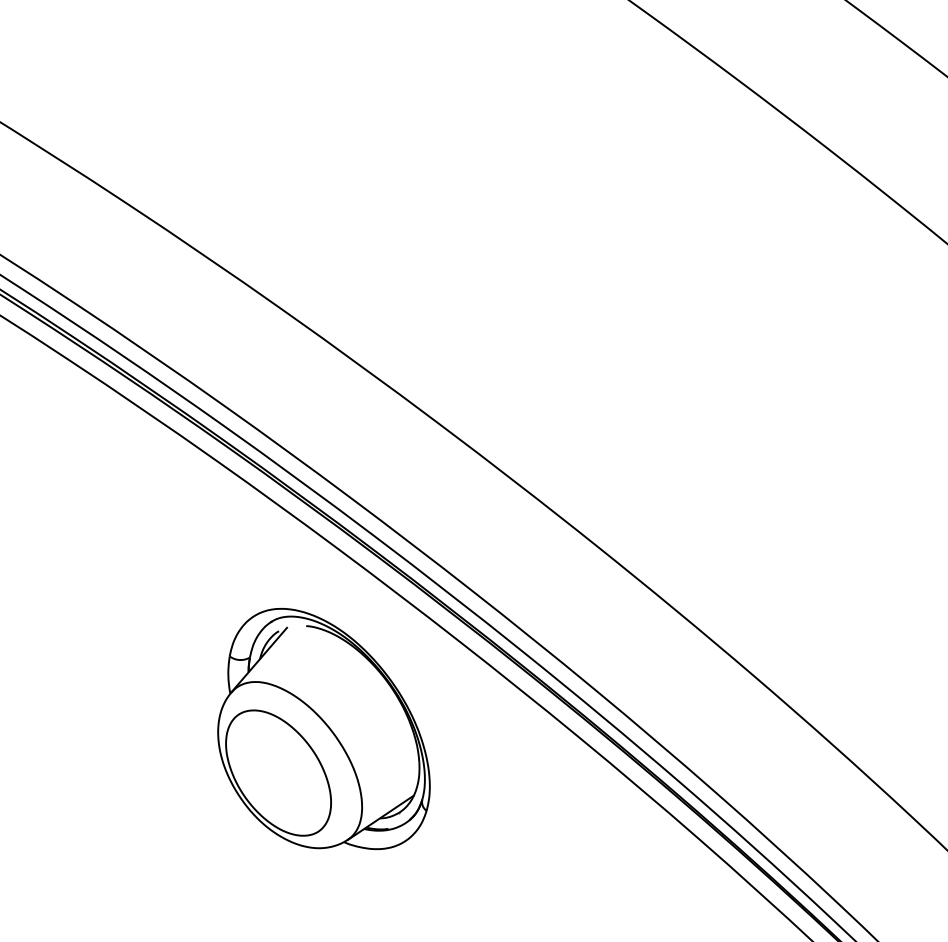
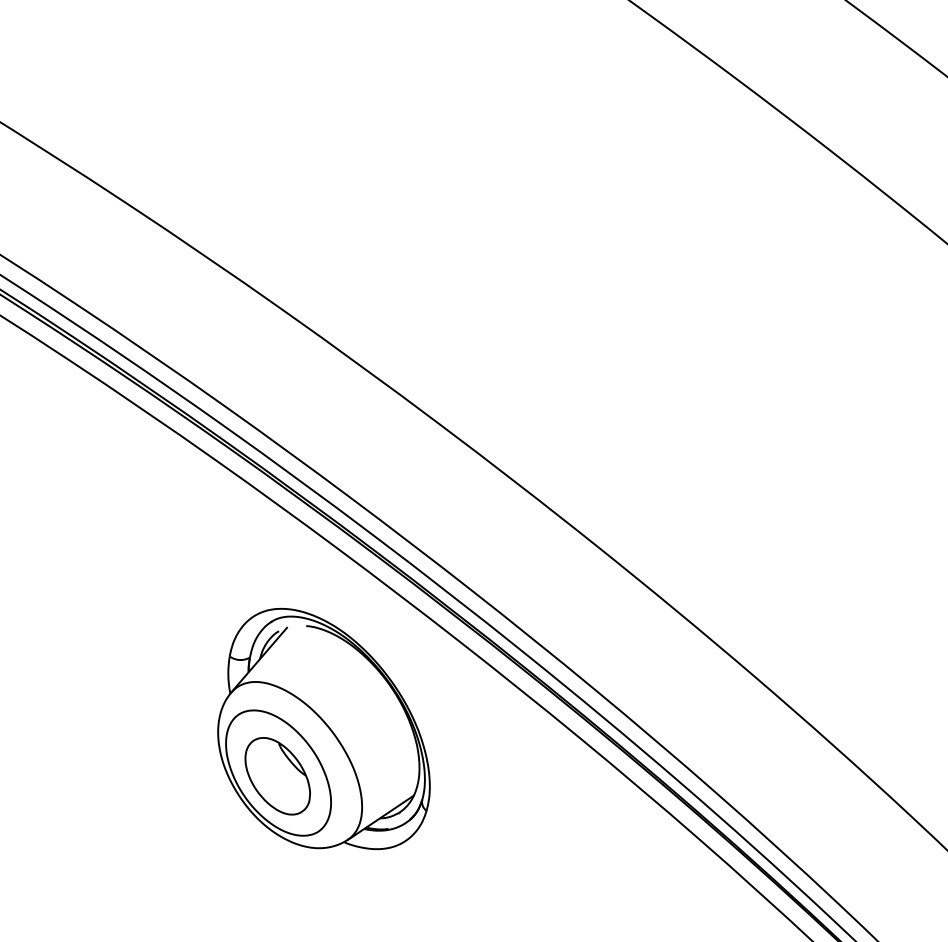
part at (277, 776): none -> present
